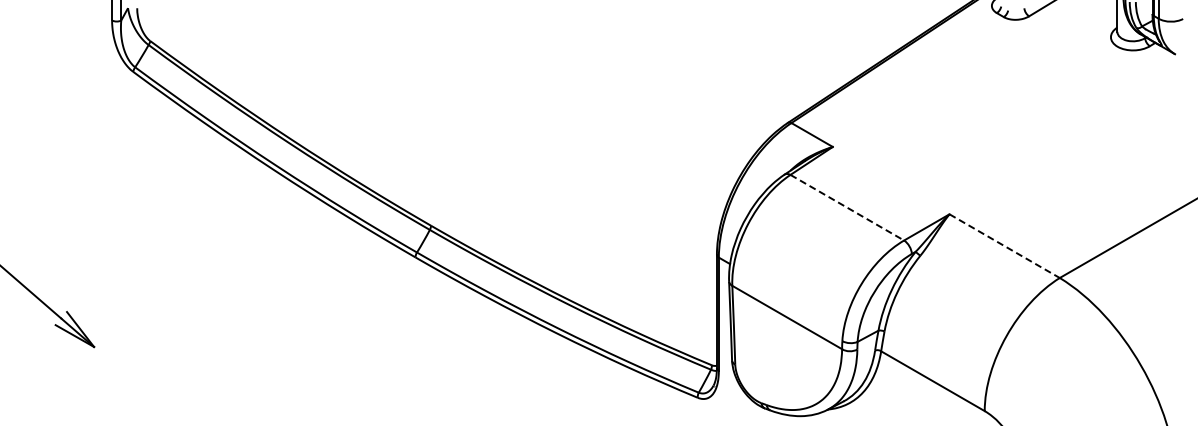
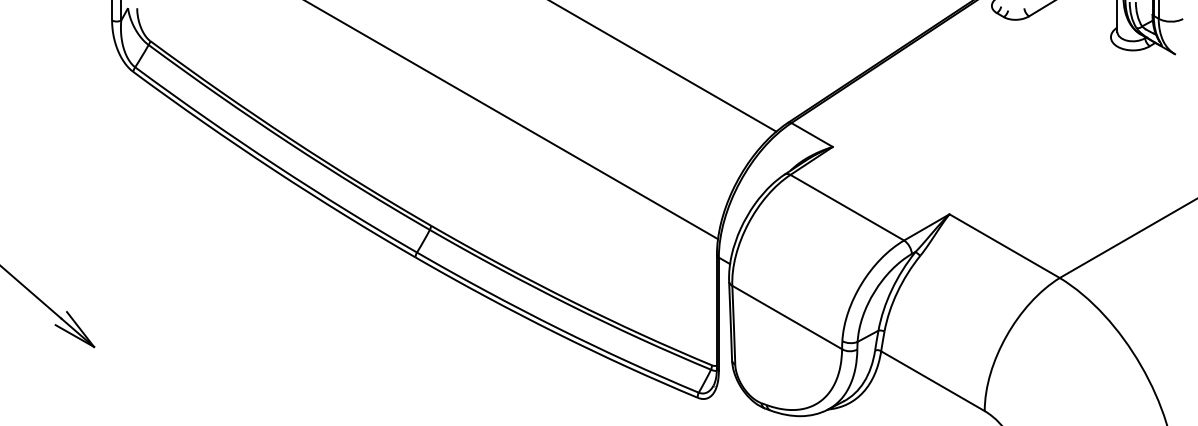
line at (664, 66): none -> present
line at (512, 120): none -> present
line at (847, 207): dashed -> solid
line at (1004, 246): dashed -> solid
